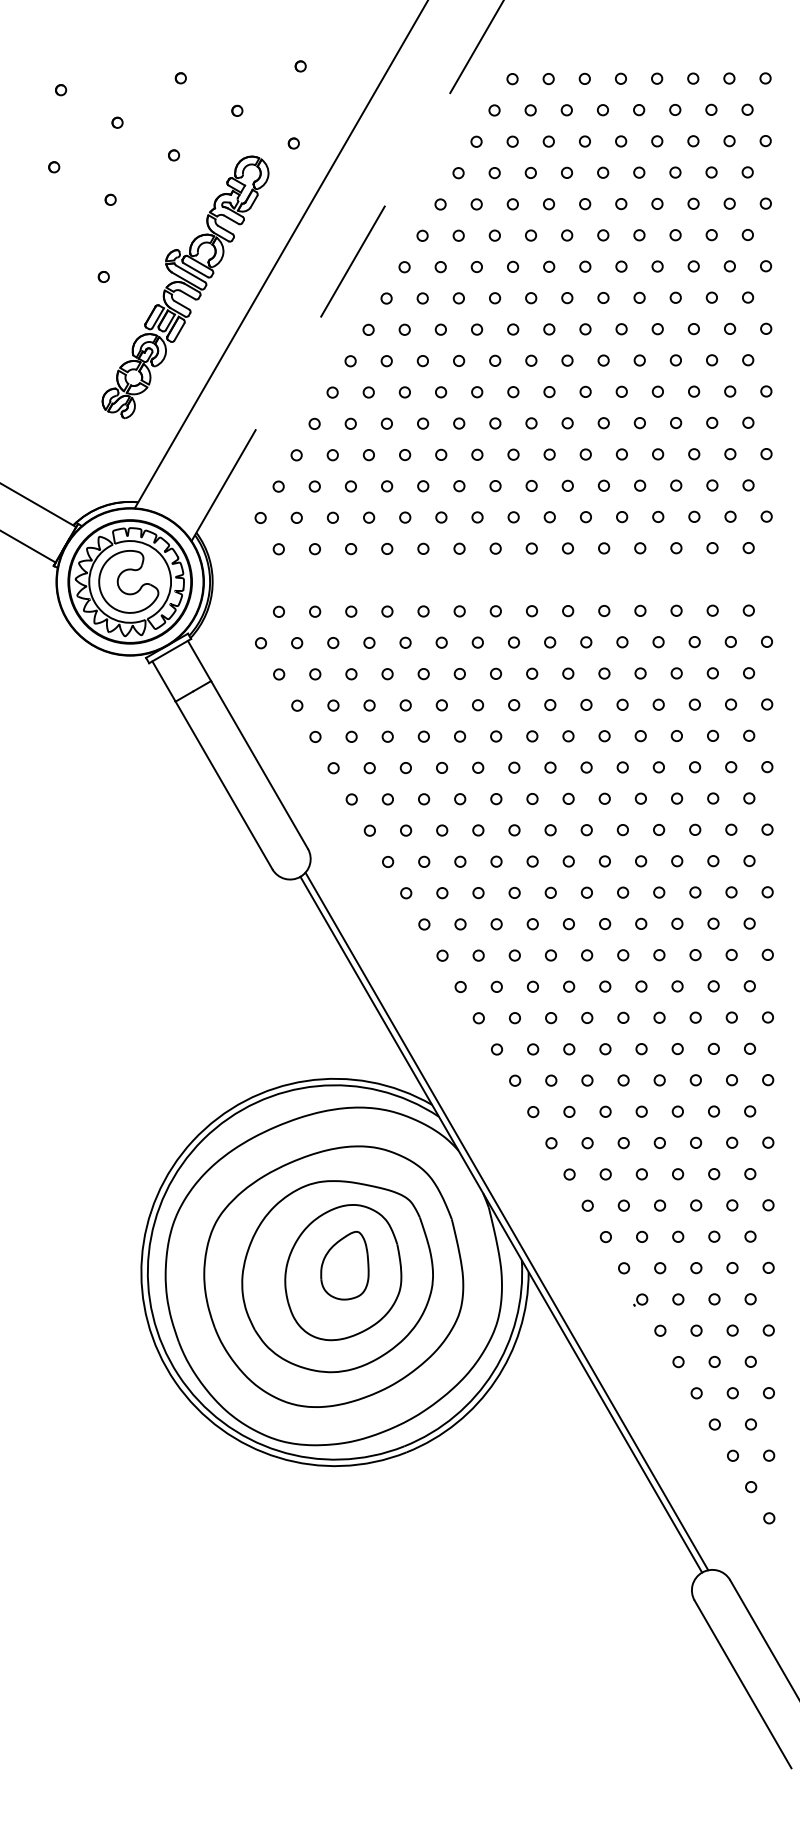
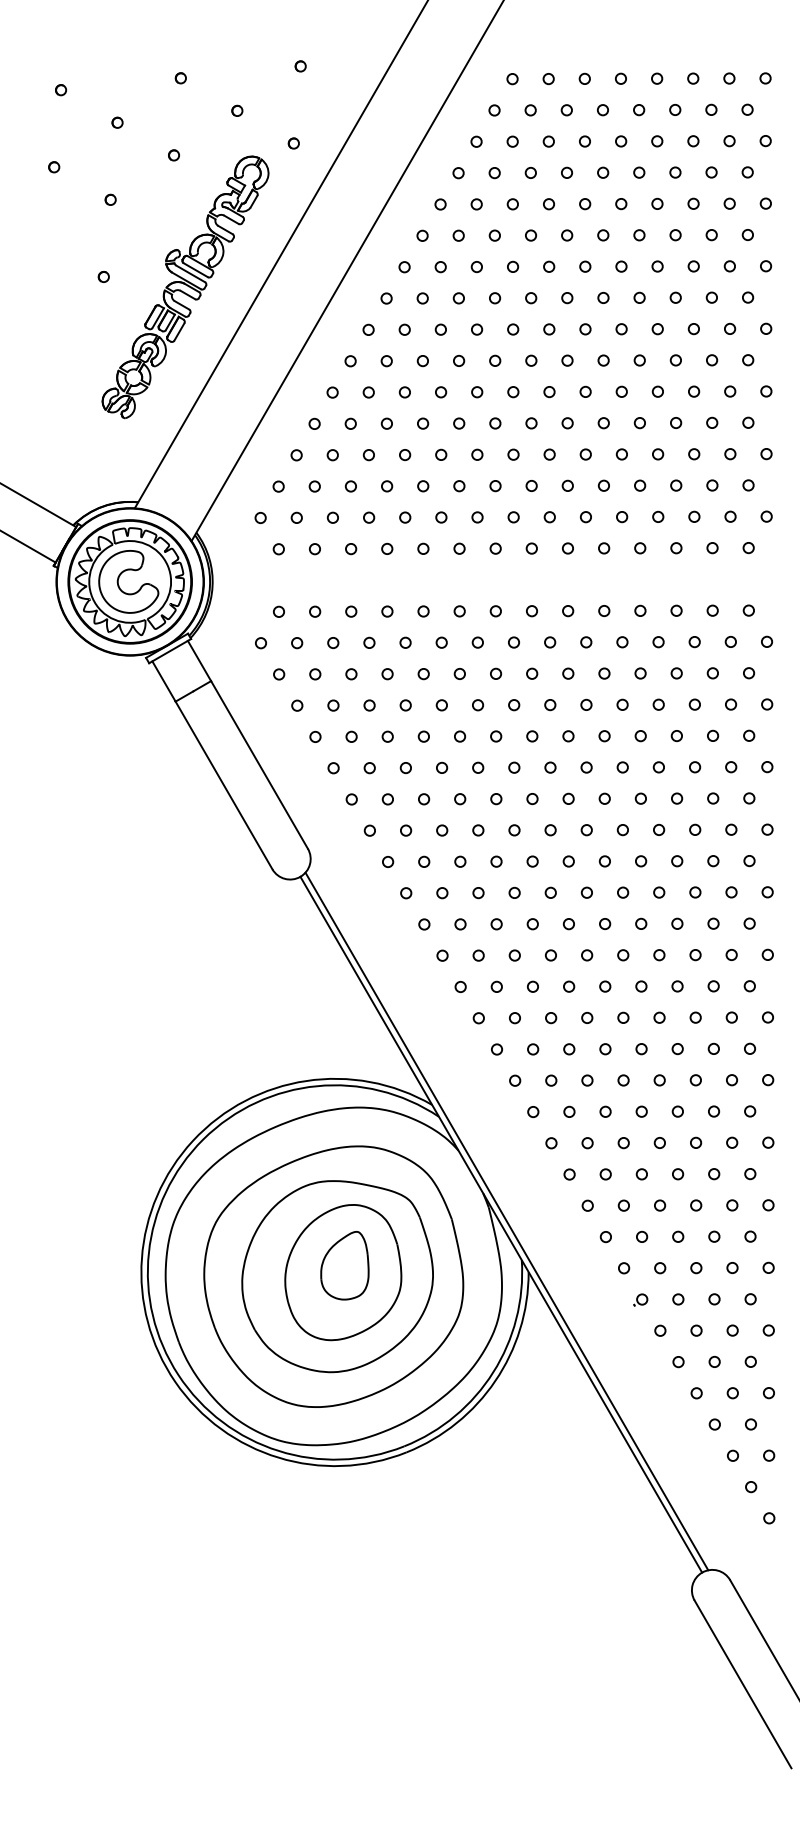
line at (348, 270): dashed -> solid
